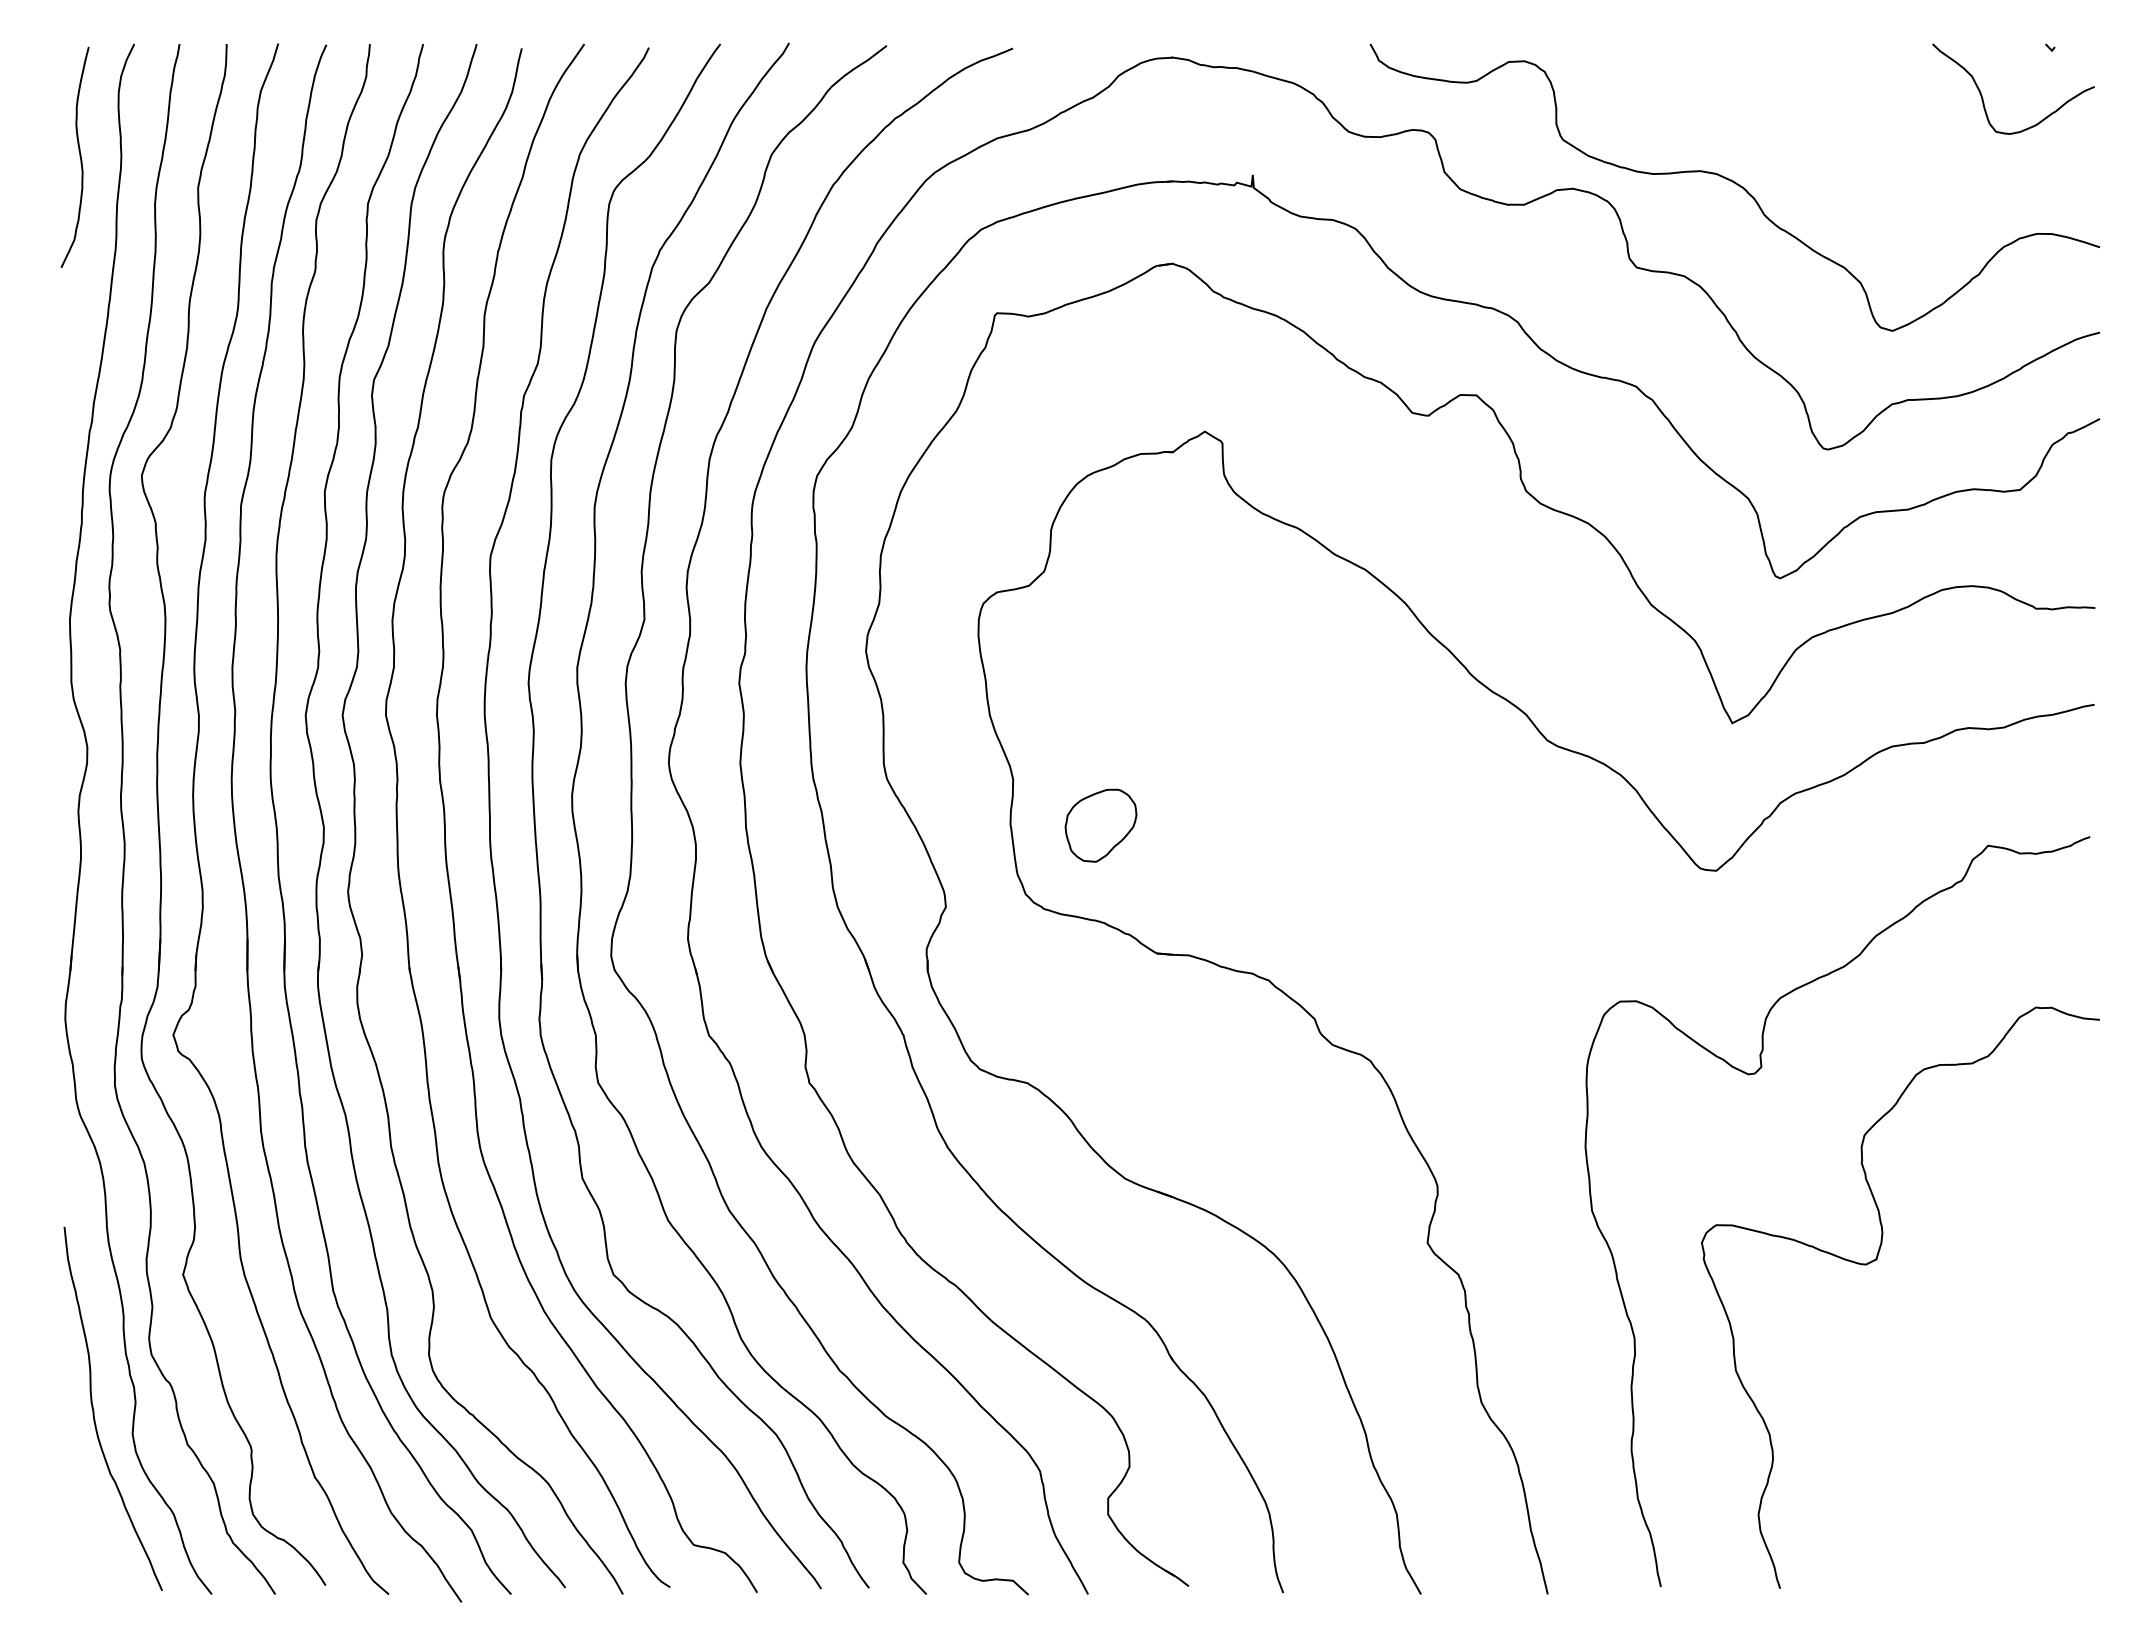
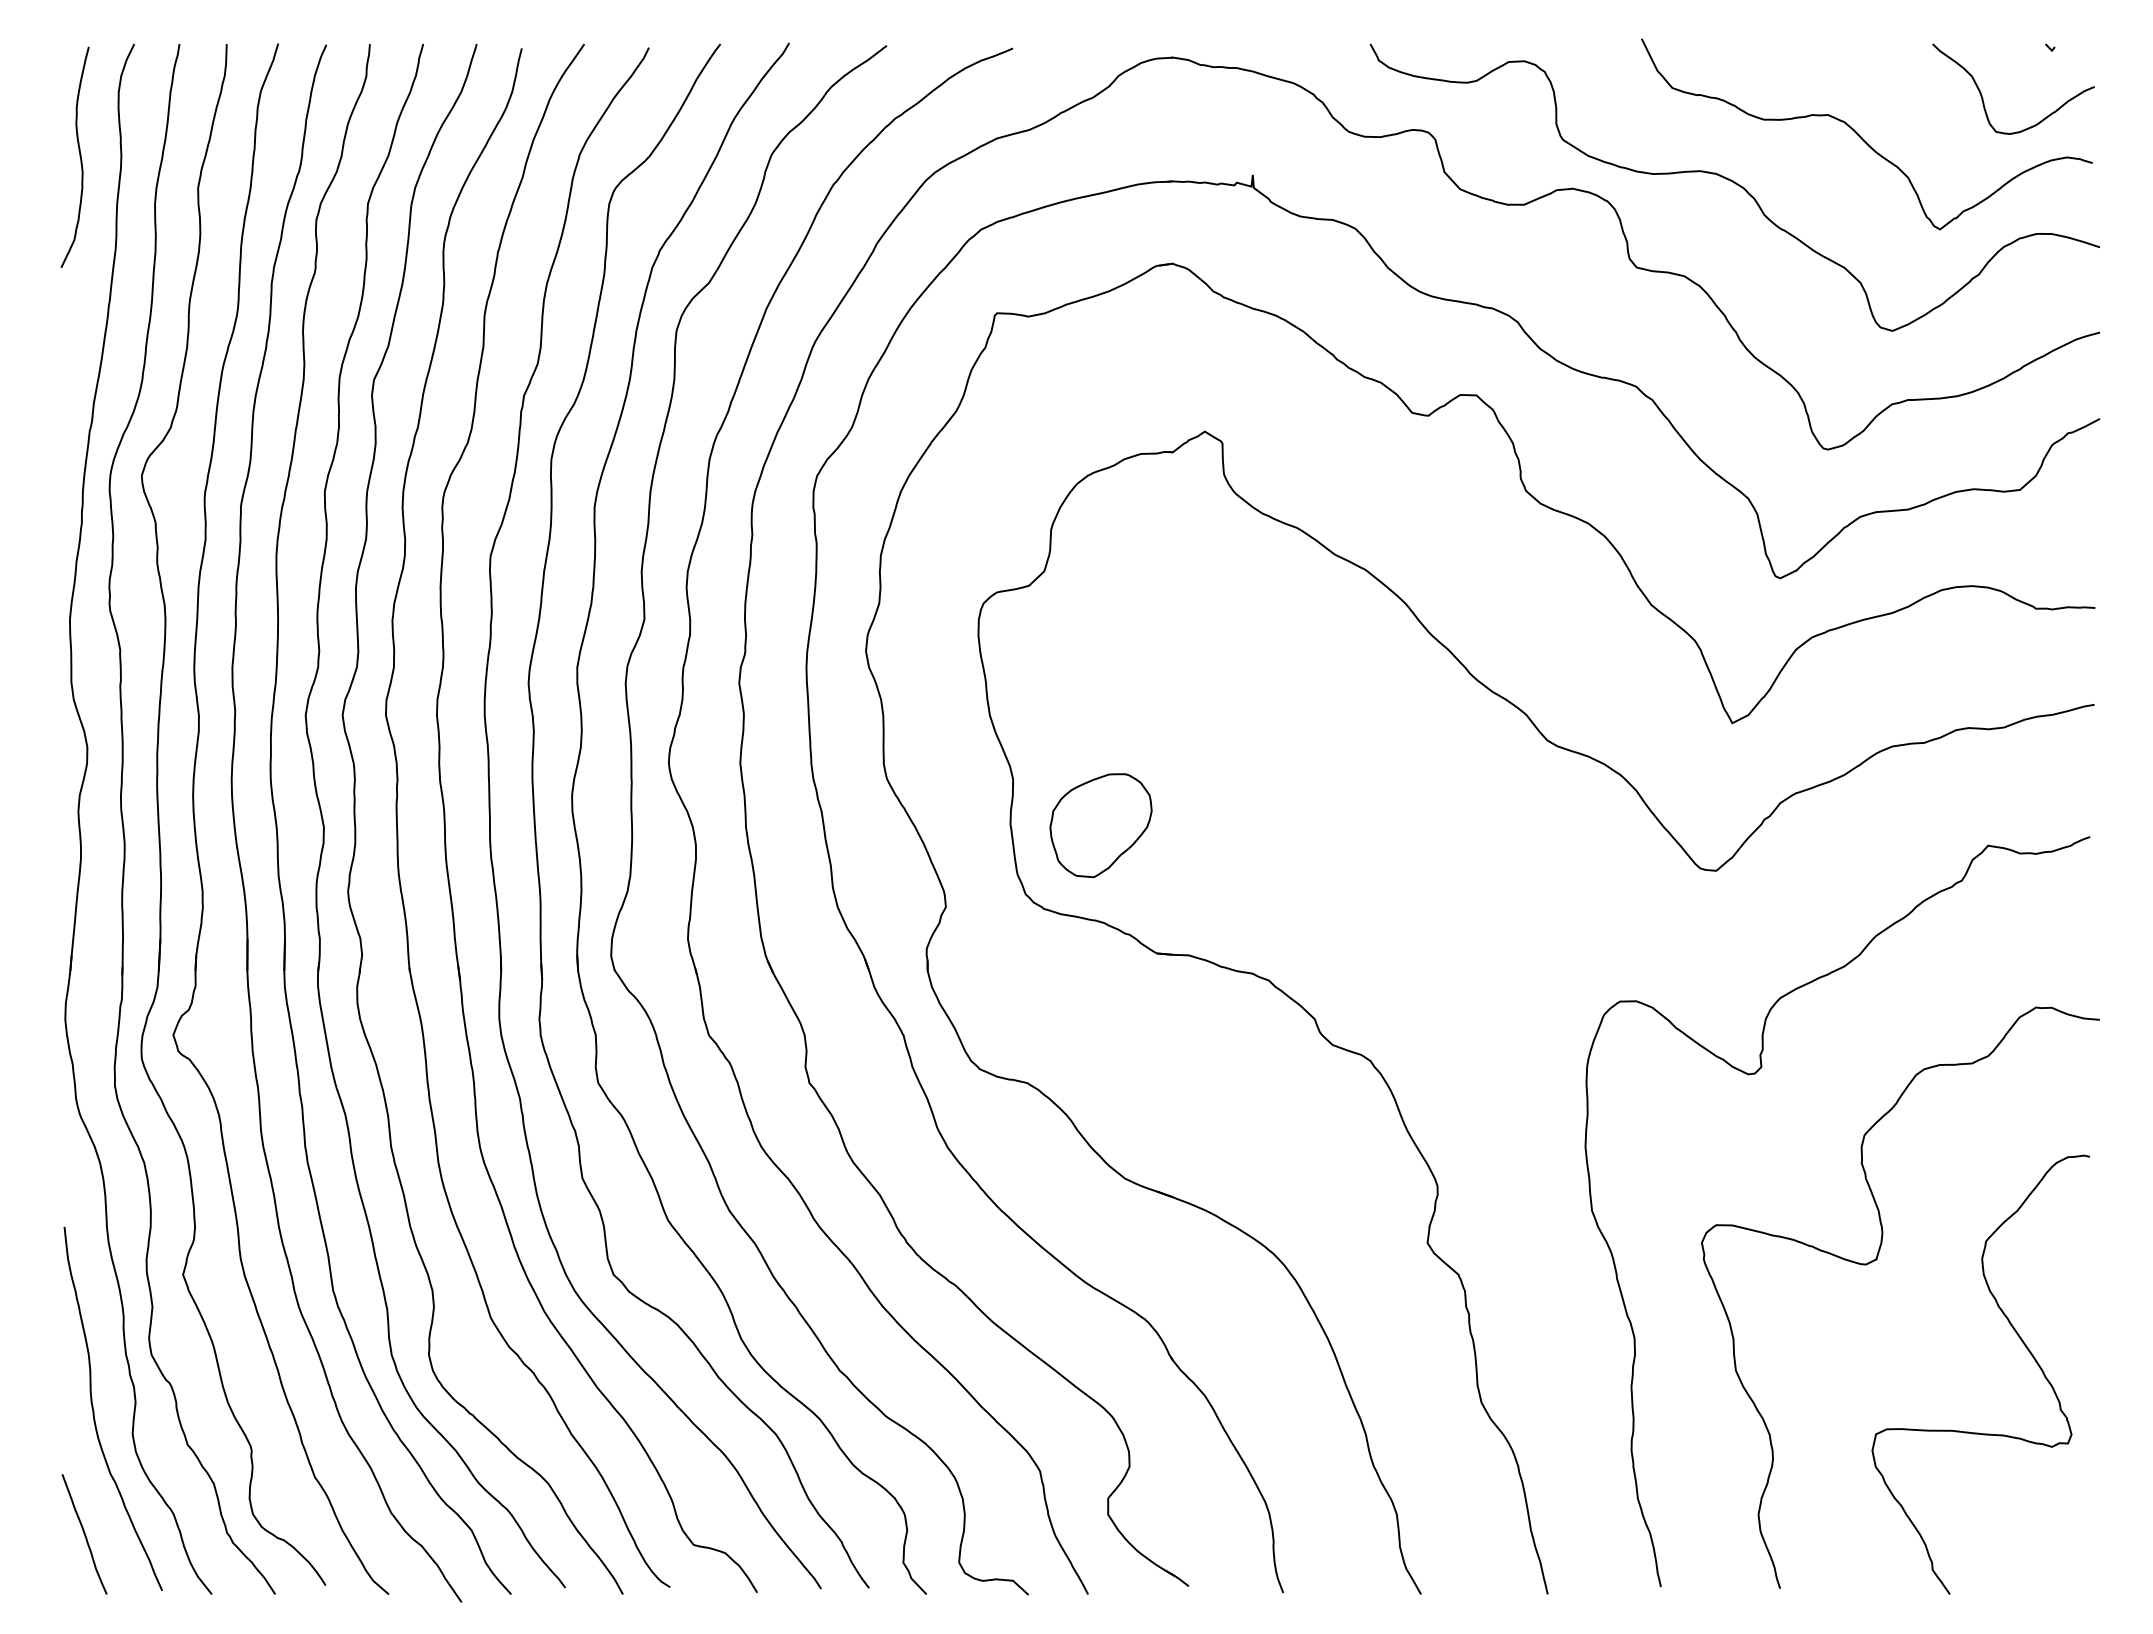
curve at (1862, 137): none -> present
part at (1100, 825) size: 74x75 px -> 104x106 px
curve at (2023, 1344): none -> present
curve at (84, 1534): none -> present
